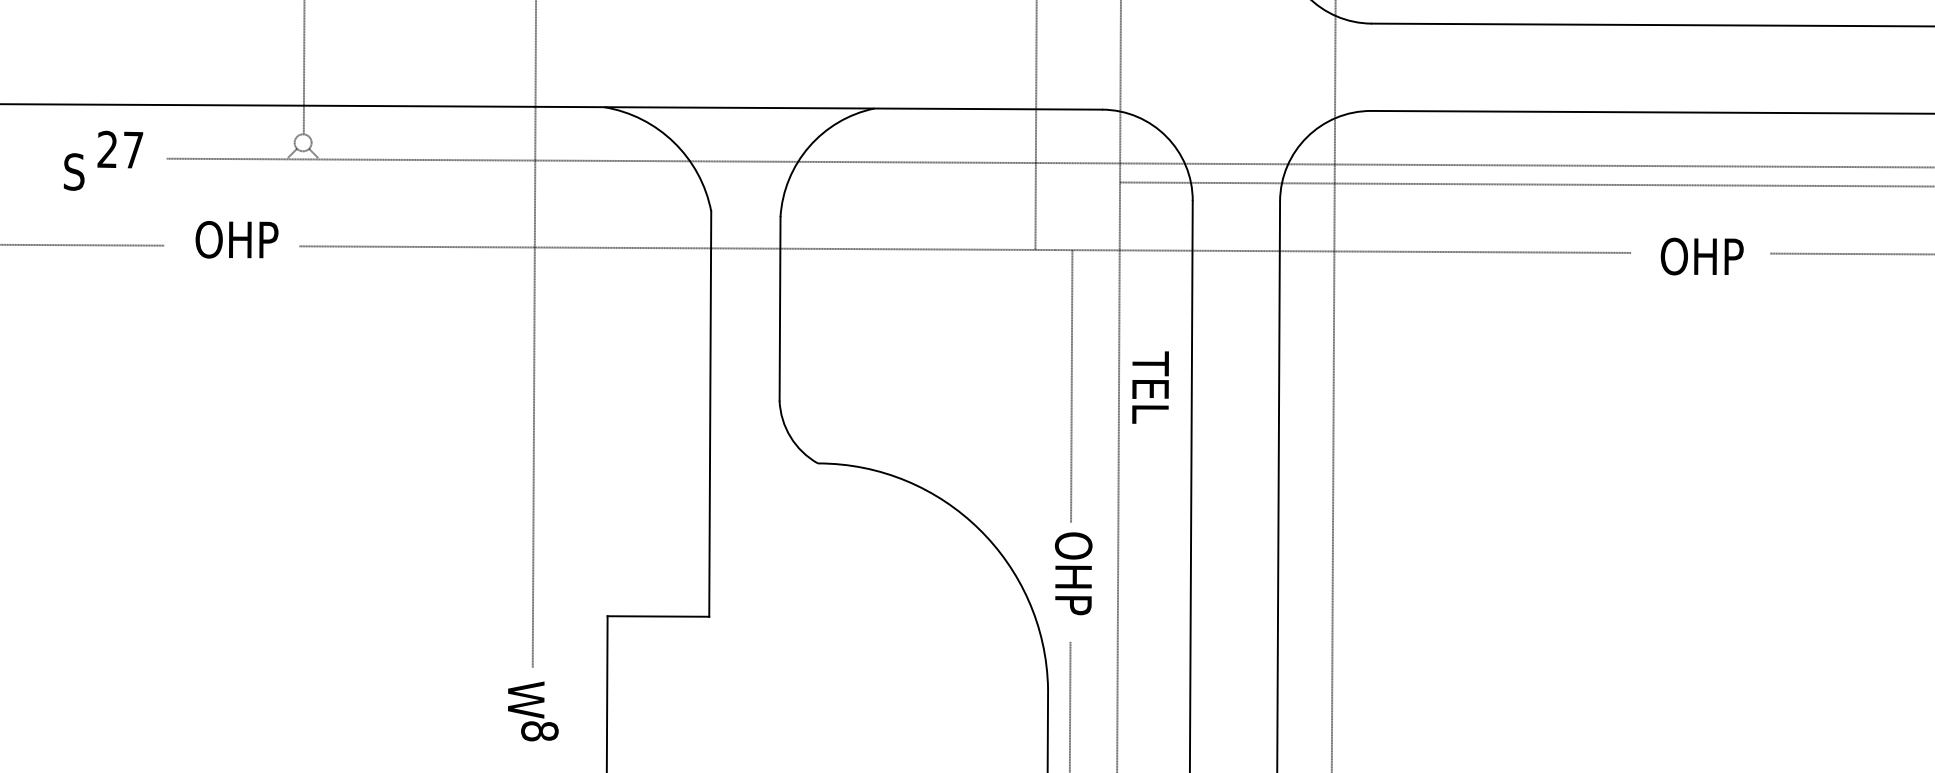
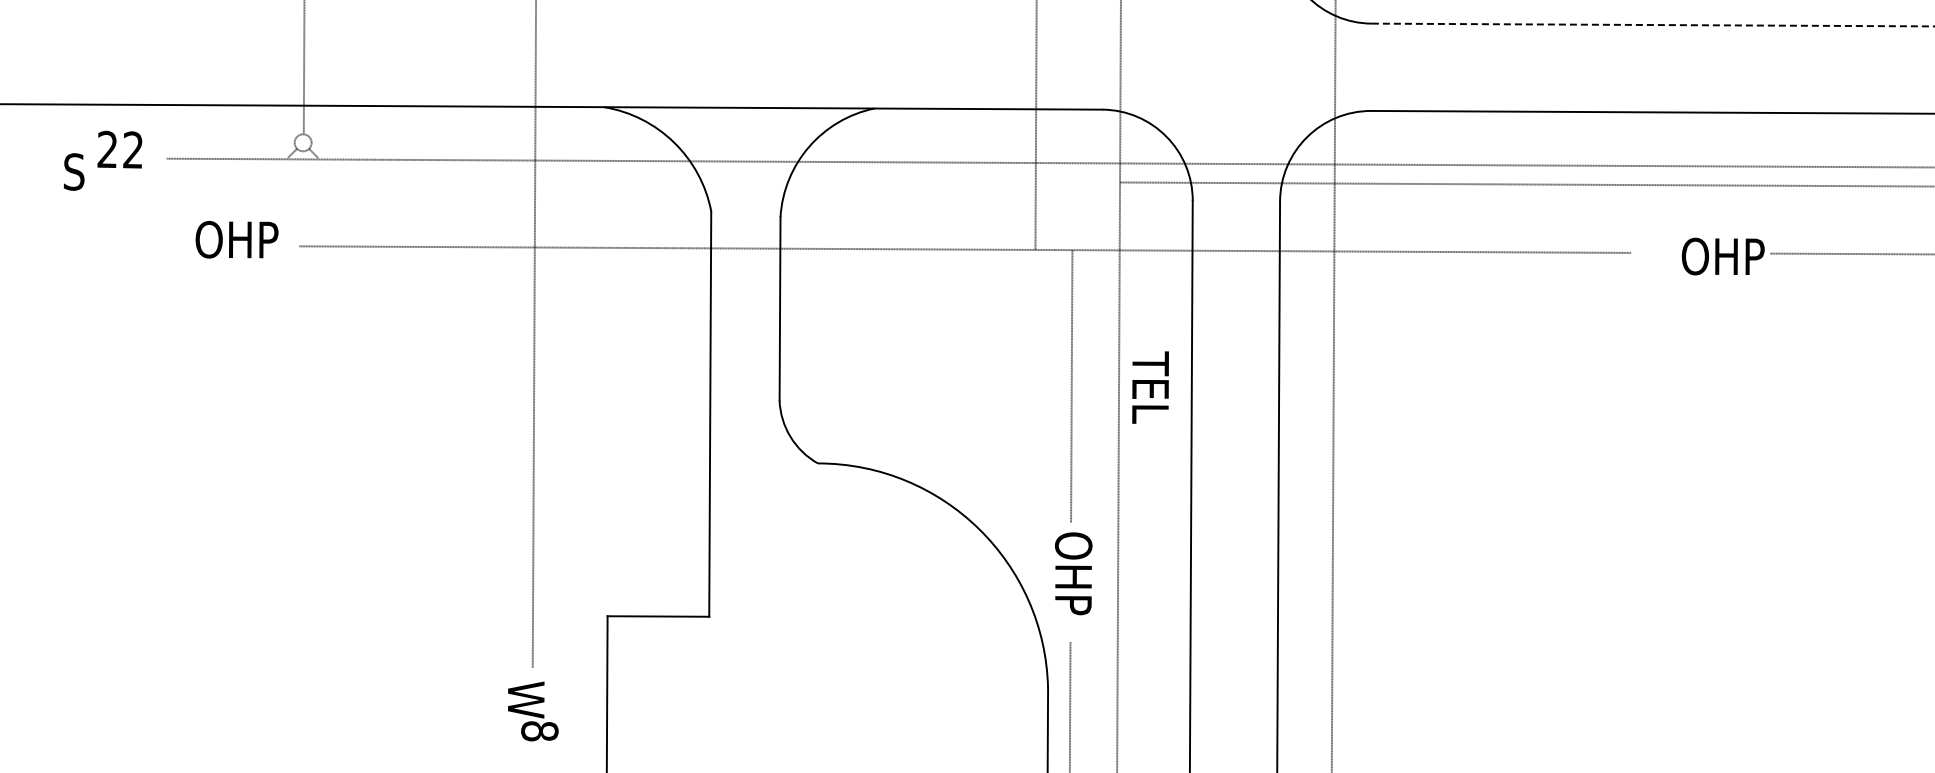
line at (1653, 25): solid -> dashed
text at (133, 149): 27 -> 22
line at (83, 244): present -> none
text at (1701, 256) position: (1701, 256) -> (1722, 256)
